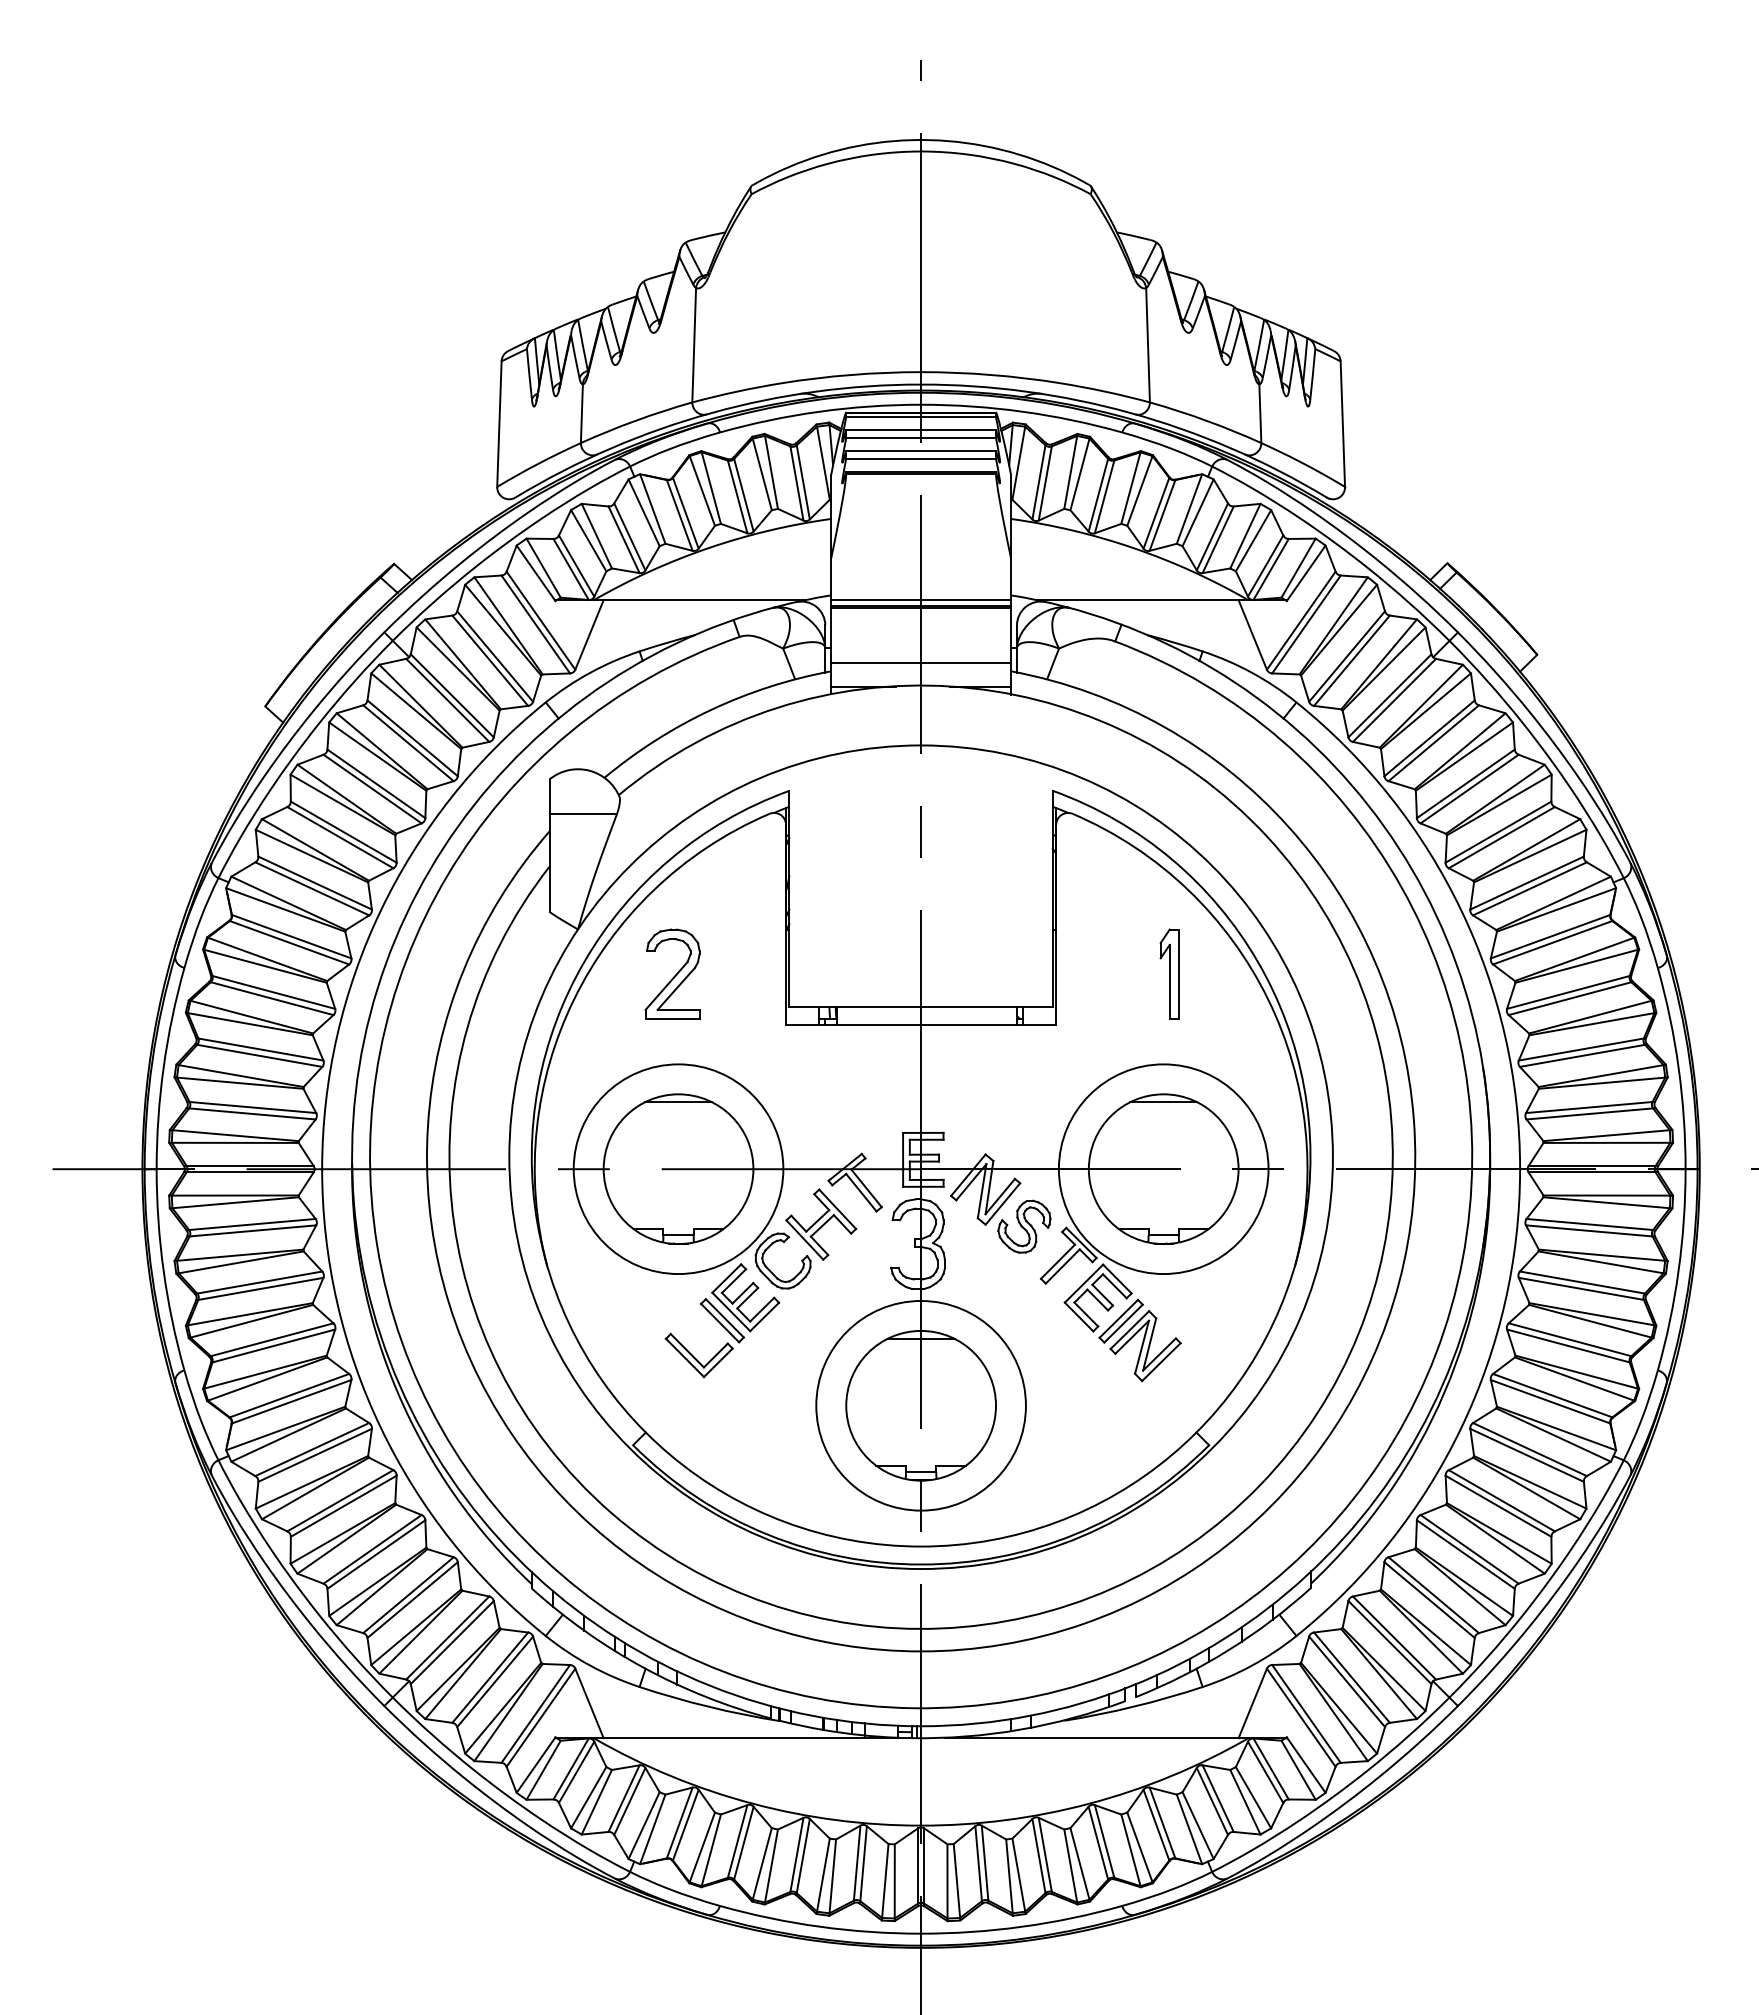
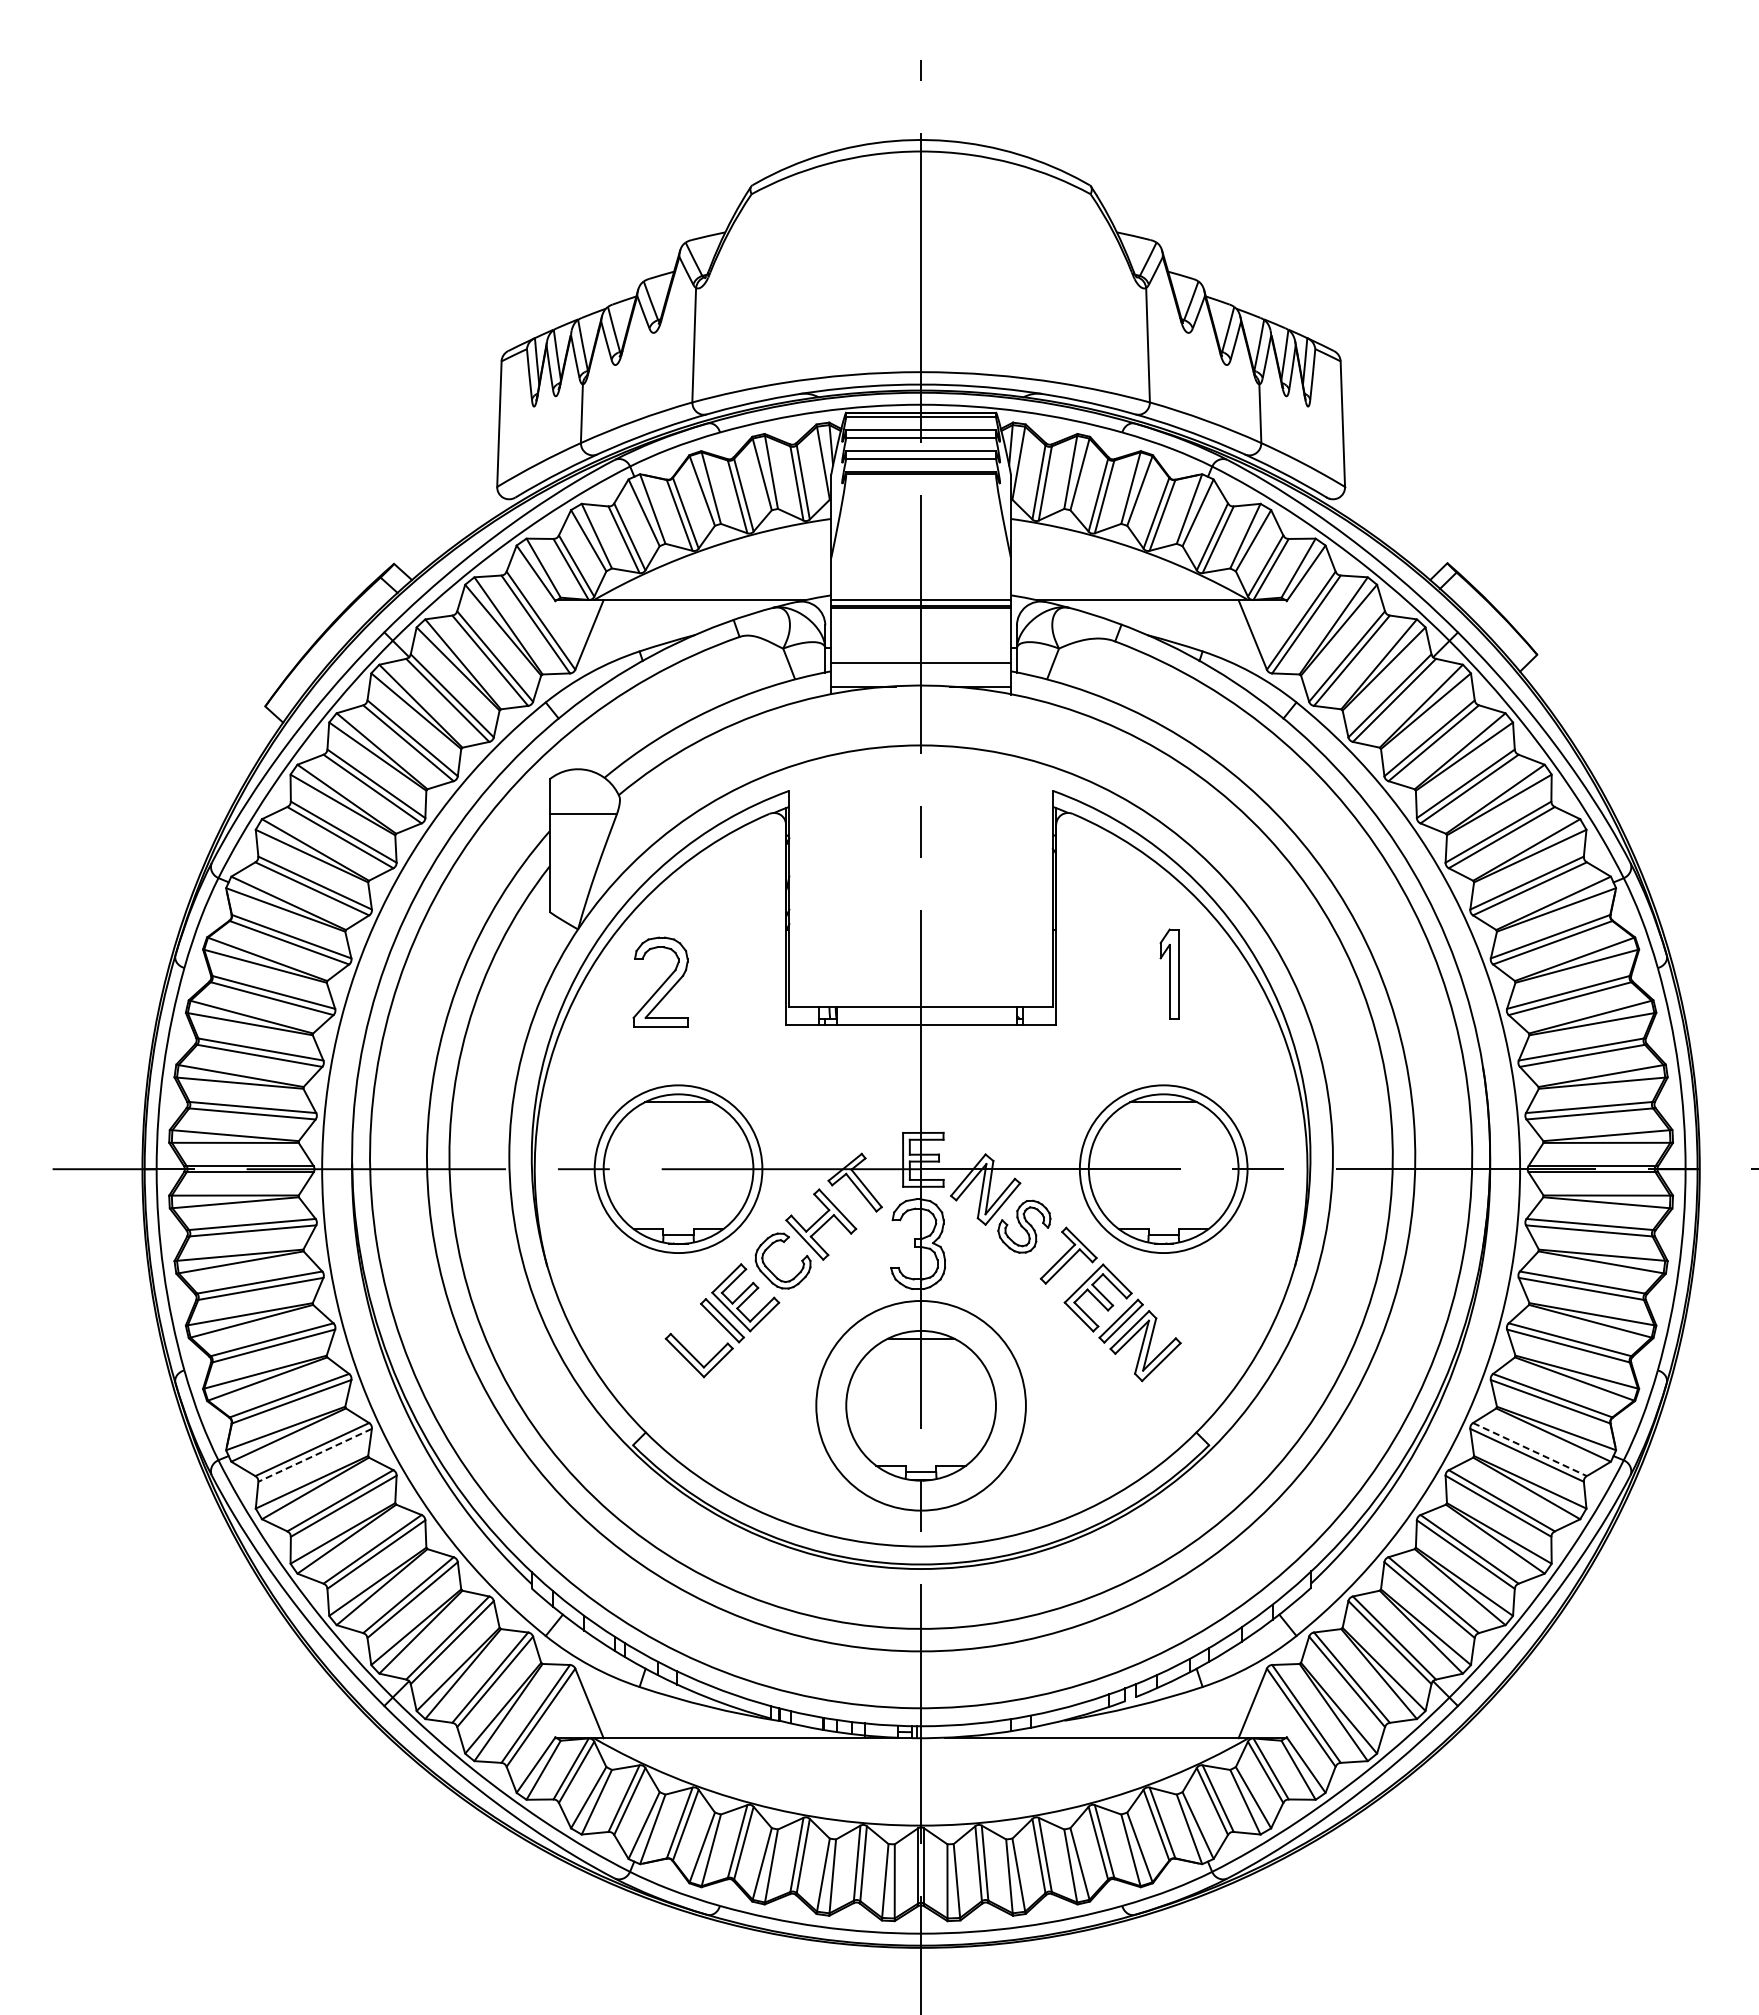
part at (672, 973) position: (672, 973) -> (660, 981)
circle at (678, 1169) diameter: 210 px -> 168 px
circle at (1163, 1169) diameter: 210 px -> 168 px
line at (1529, 1449): solid -> dashed
line at (315, 1455): solid -> dashed
